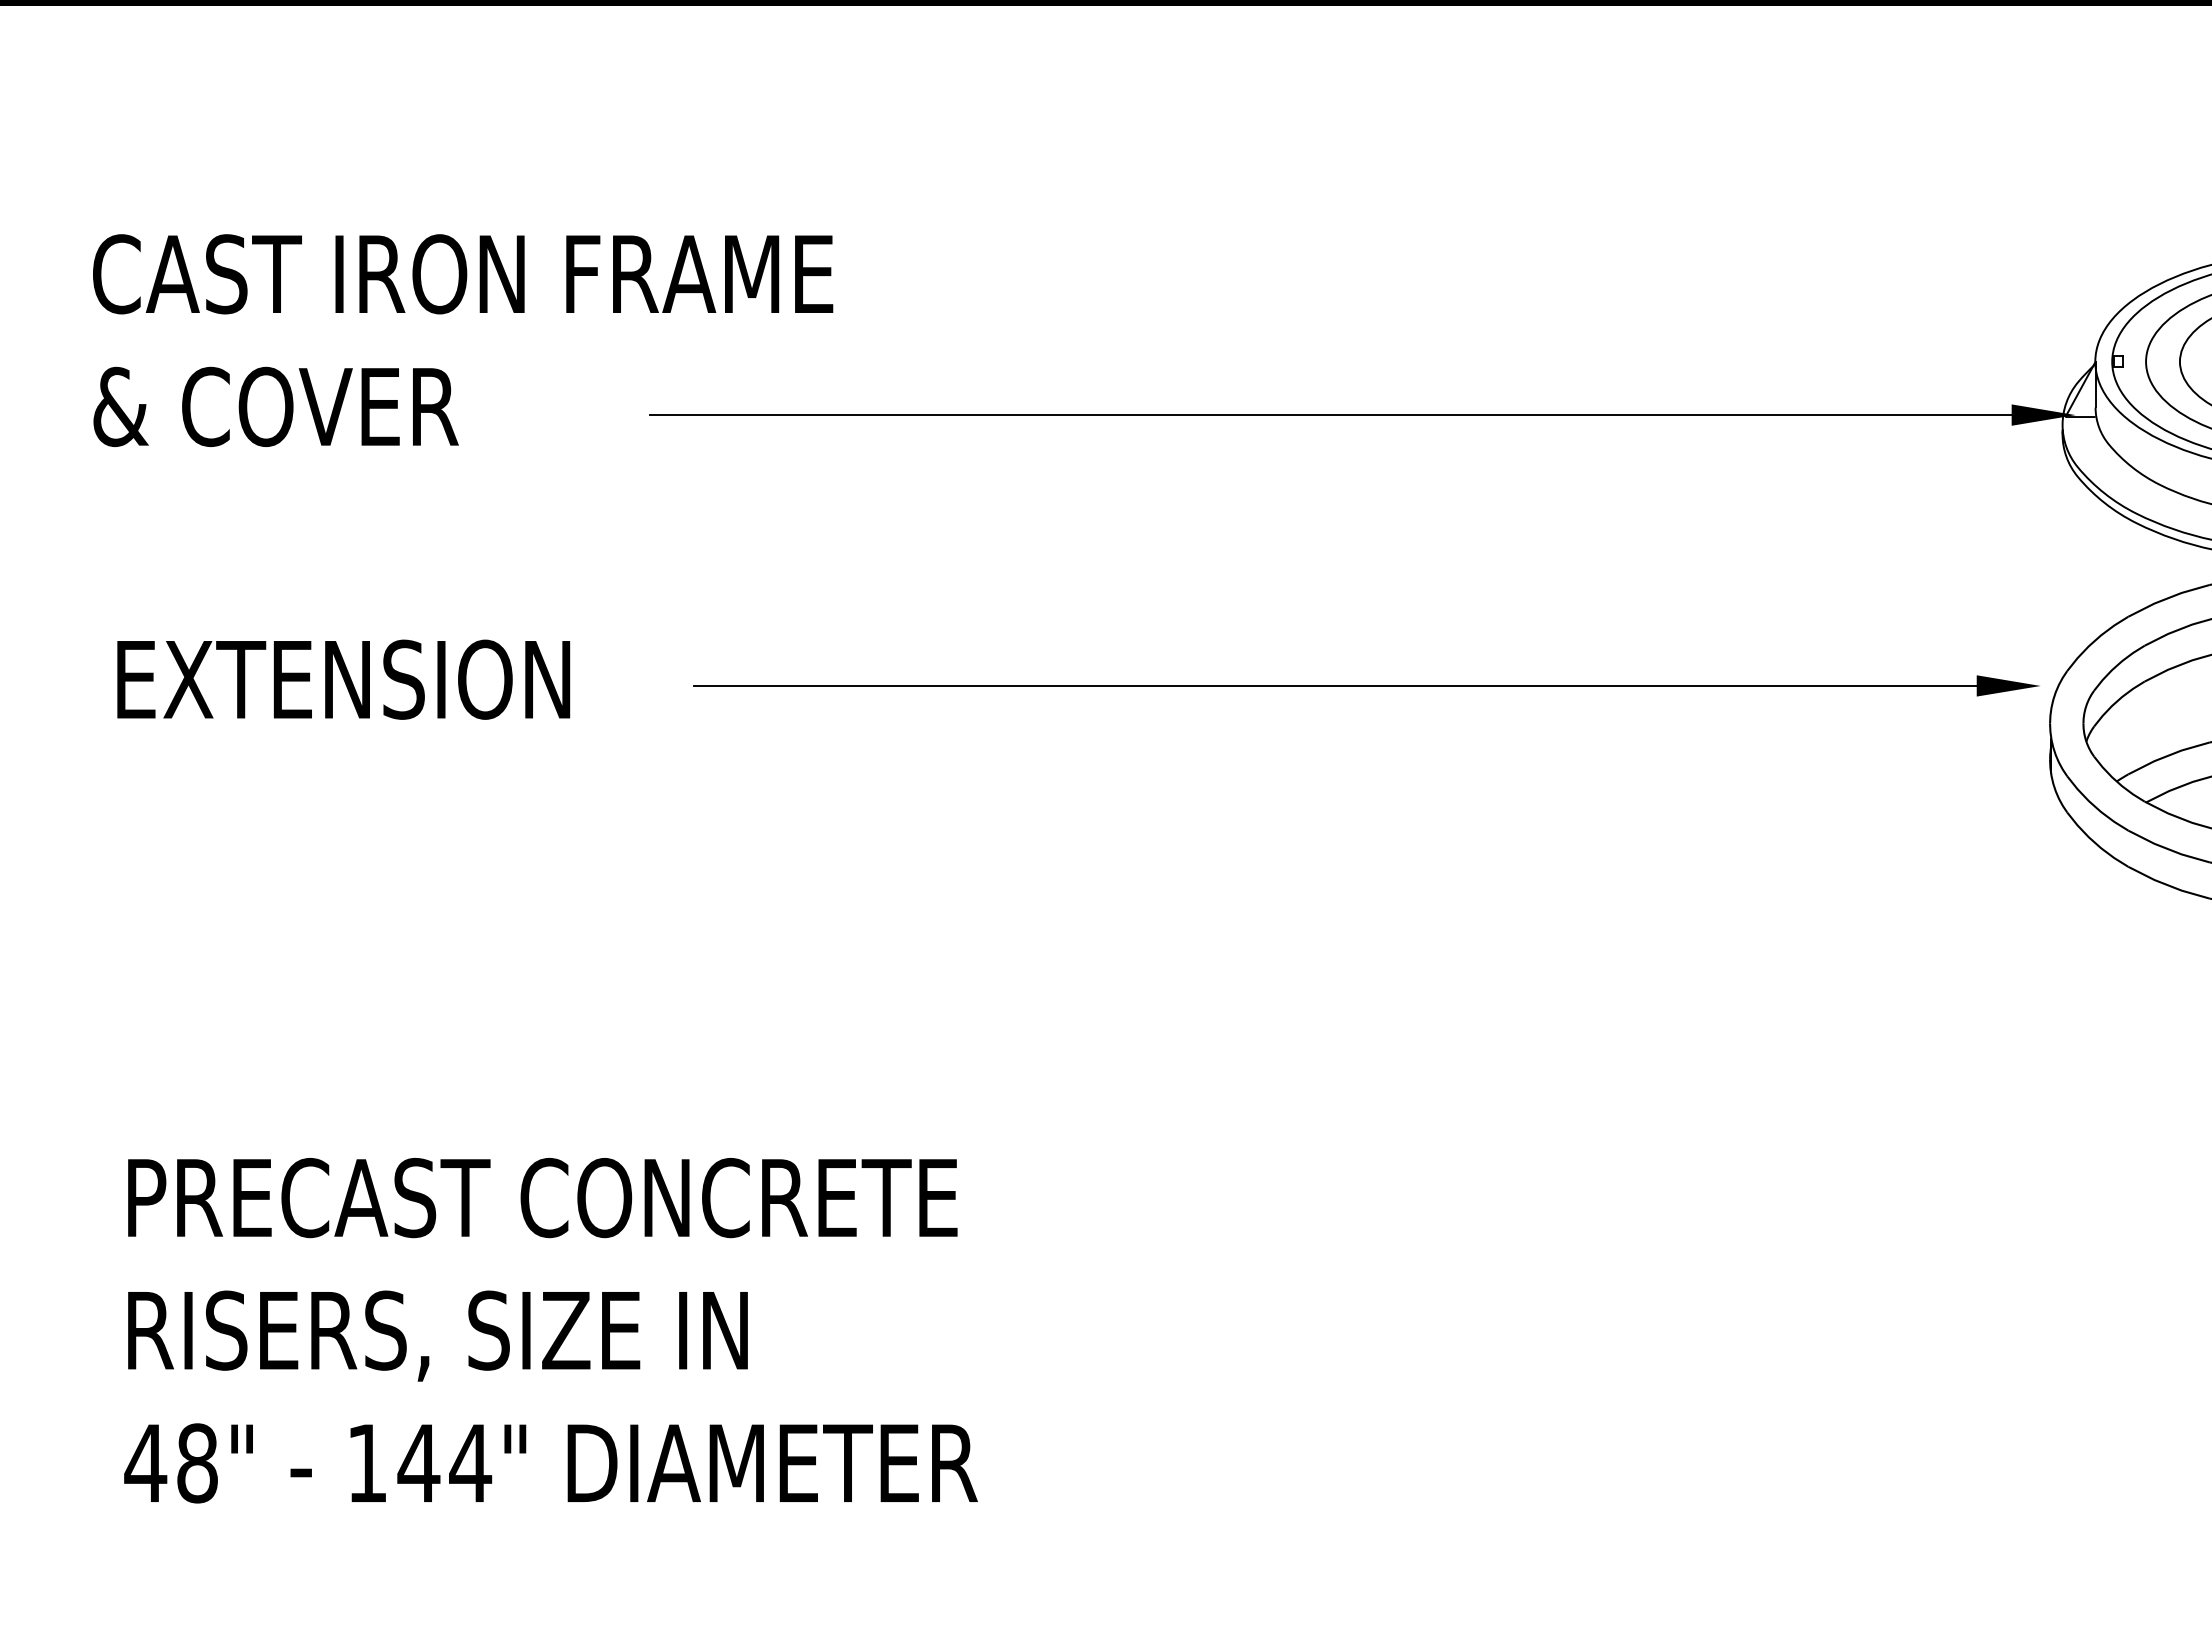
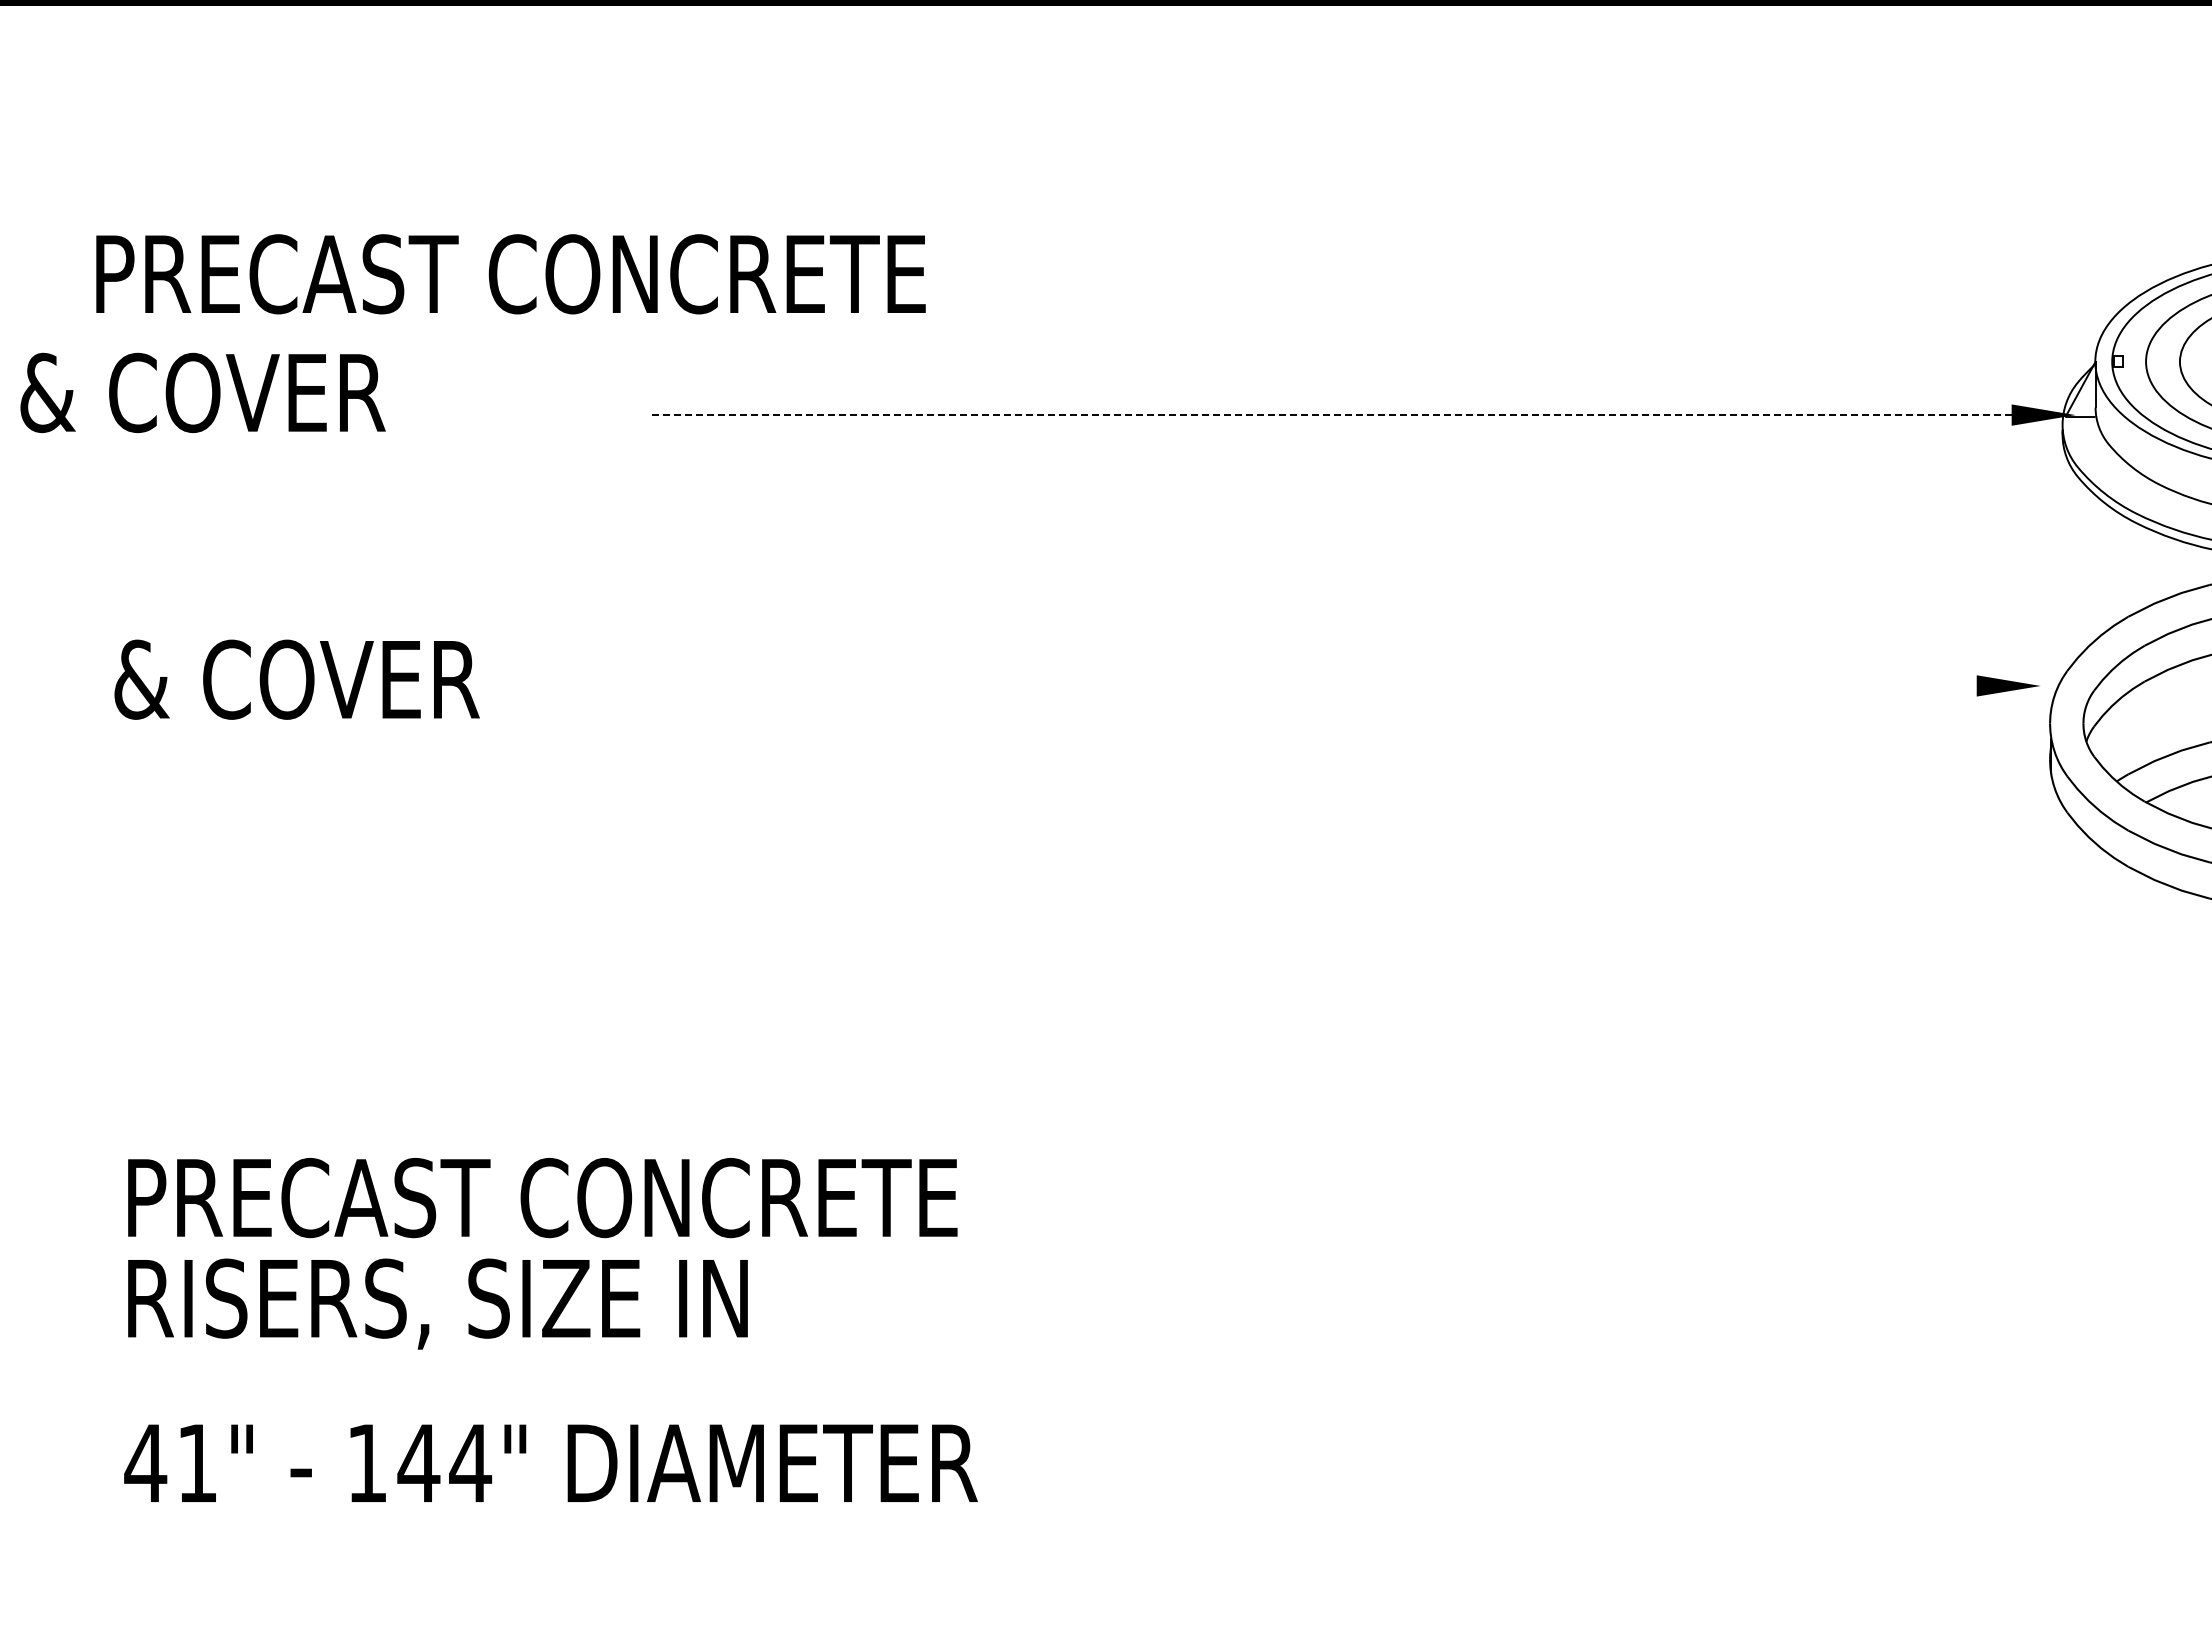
text at (509, 274): CAST IRON FRAME -> PRECAST CONCRETE
text at (275, 406) position: (275, 406) -> (202, 392)
line at (1331, 415): solid -> dashed
text at (342, 679): EXTENSION -> & COVER
line at (1335, 685): present -> none
text at (437, 1335) position: (437, 1335) -> (437, 1303)
text at (197, 1463): 48" -> 41"
